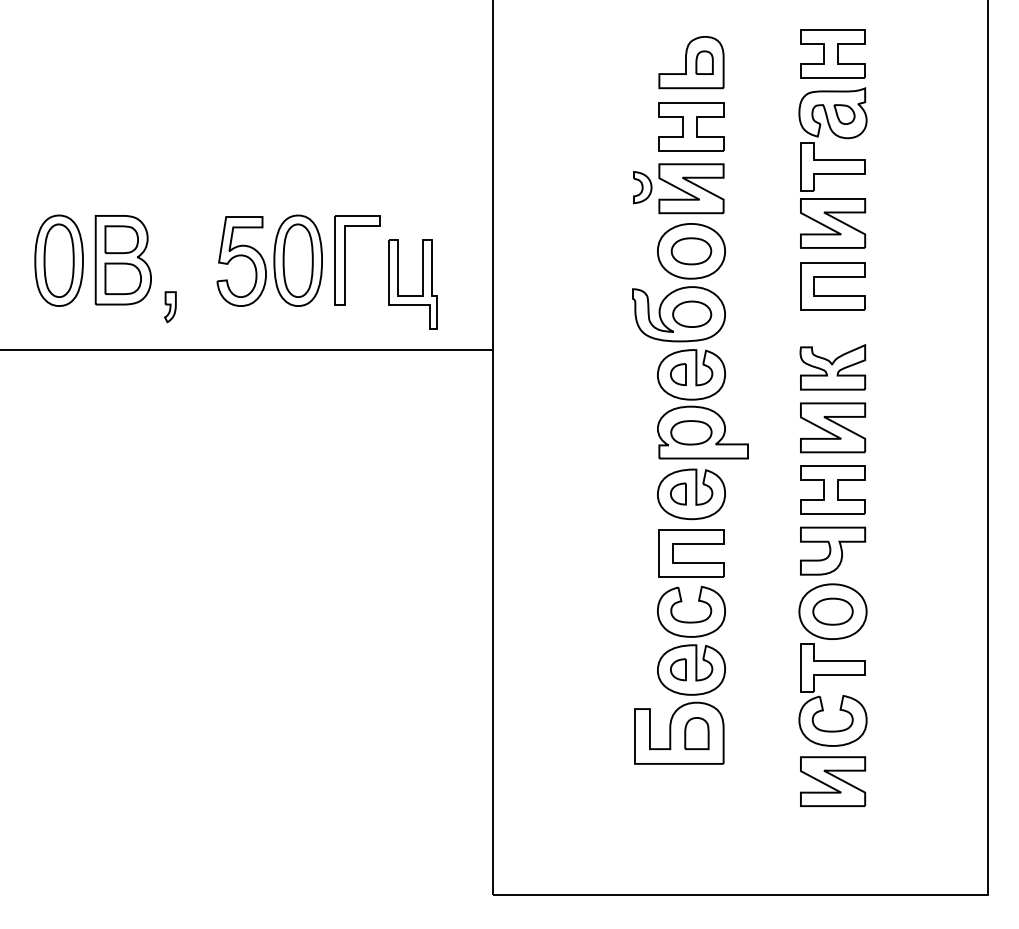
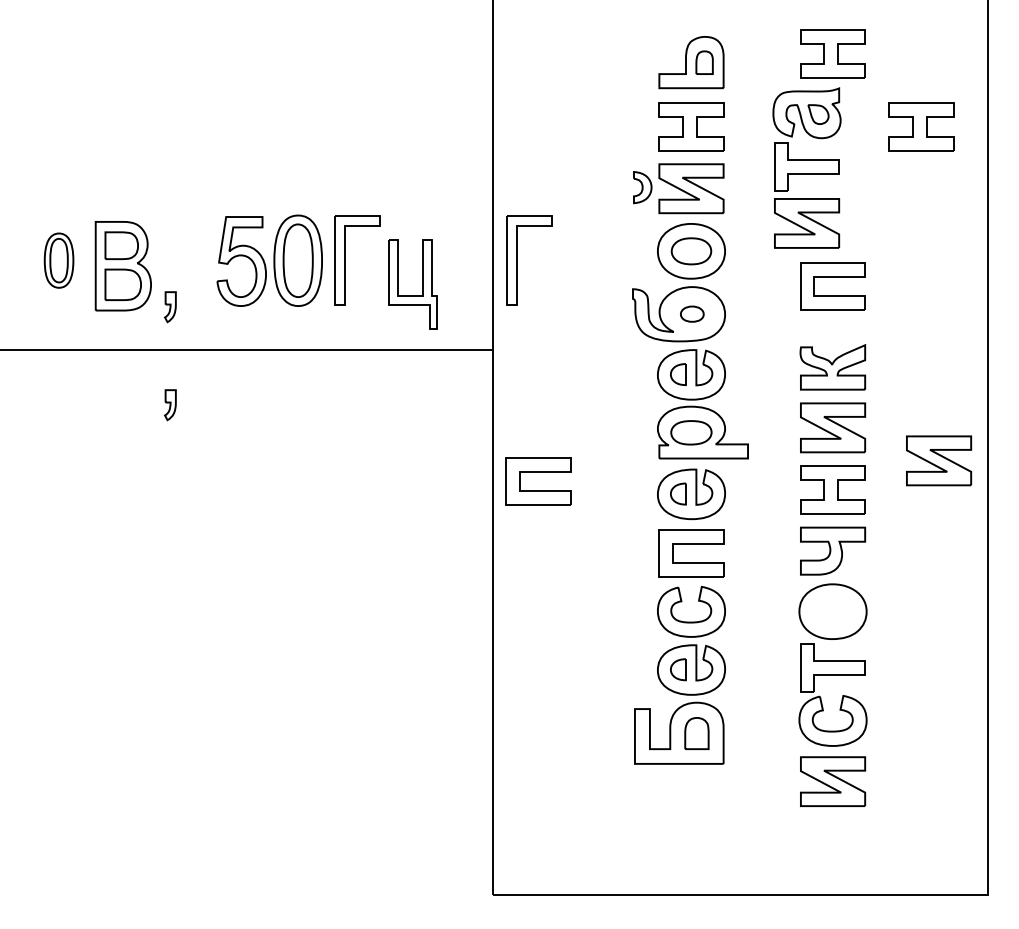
part at (921, 126): none -> present
part at (832, 167) position: (832, 167) -> (806, 167)
part at (58, 260) size: 50x93 px -> 32x57 px
part at (122, 260) position: (122, 260) -> (122, 266)
part at (517, 260): none -> present
part at (692, 313) size: 41x28 px -> 25x18 px
part at (170, 405): none -> present
part at (939, 460): none -> present
part at (538, 472): none -> present
part at (832, 611): present -> none
